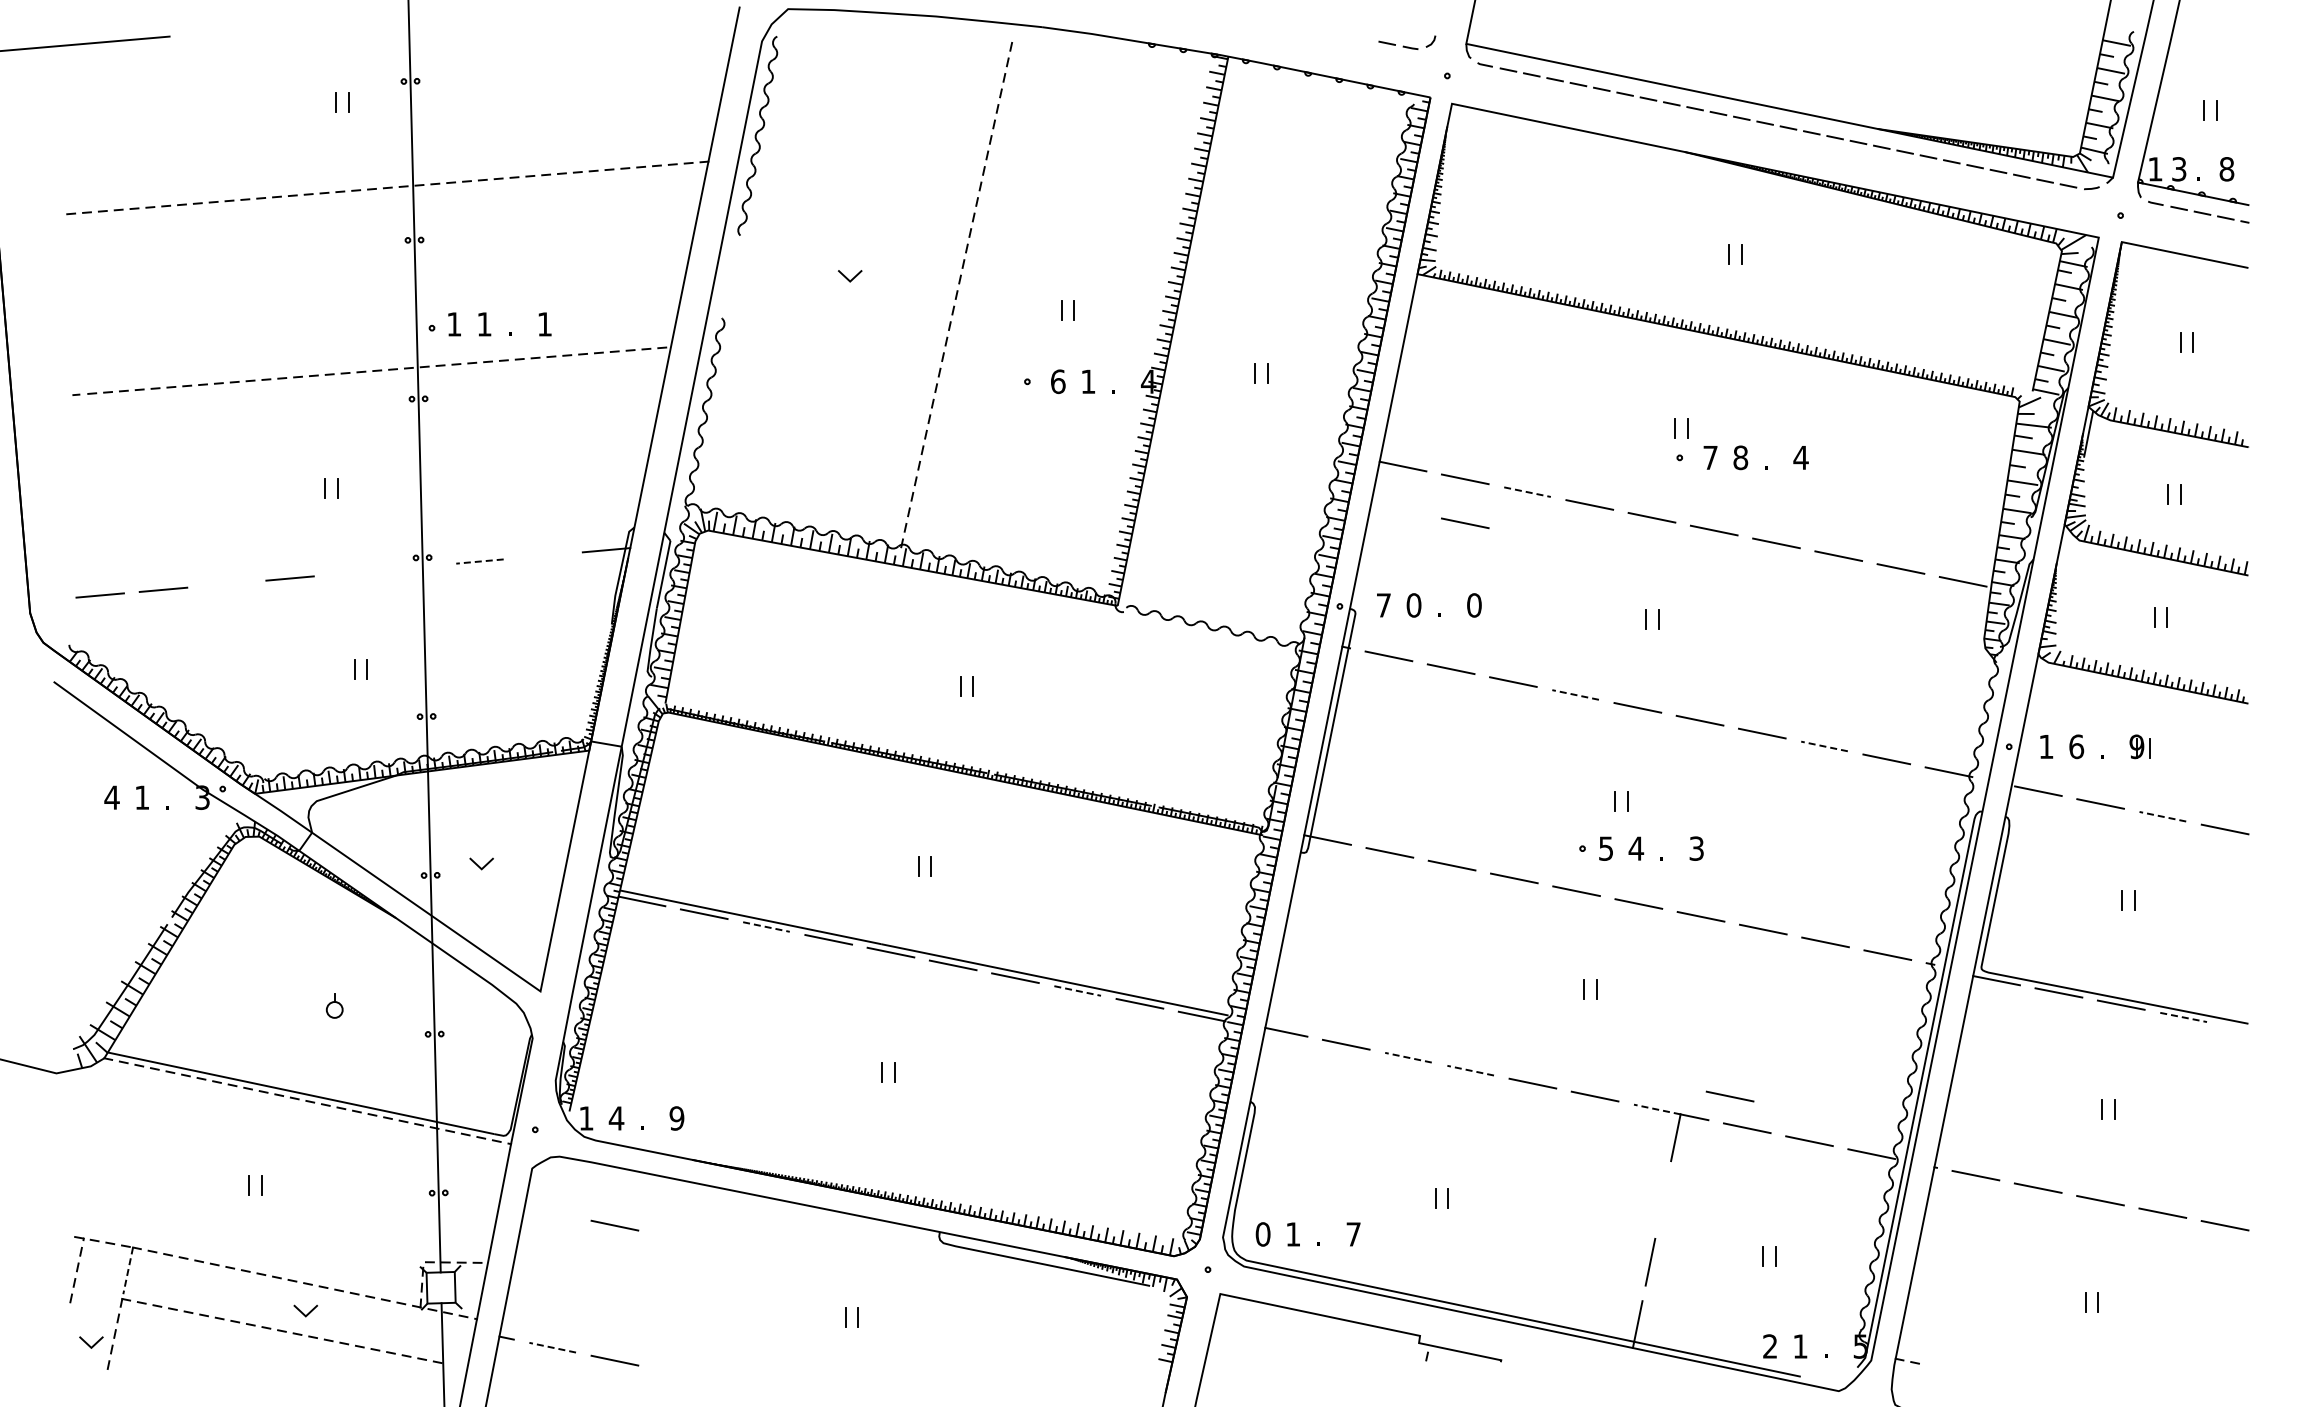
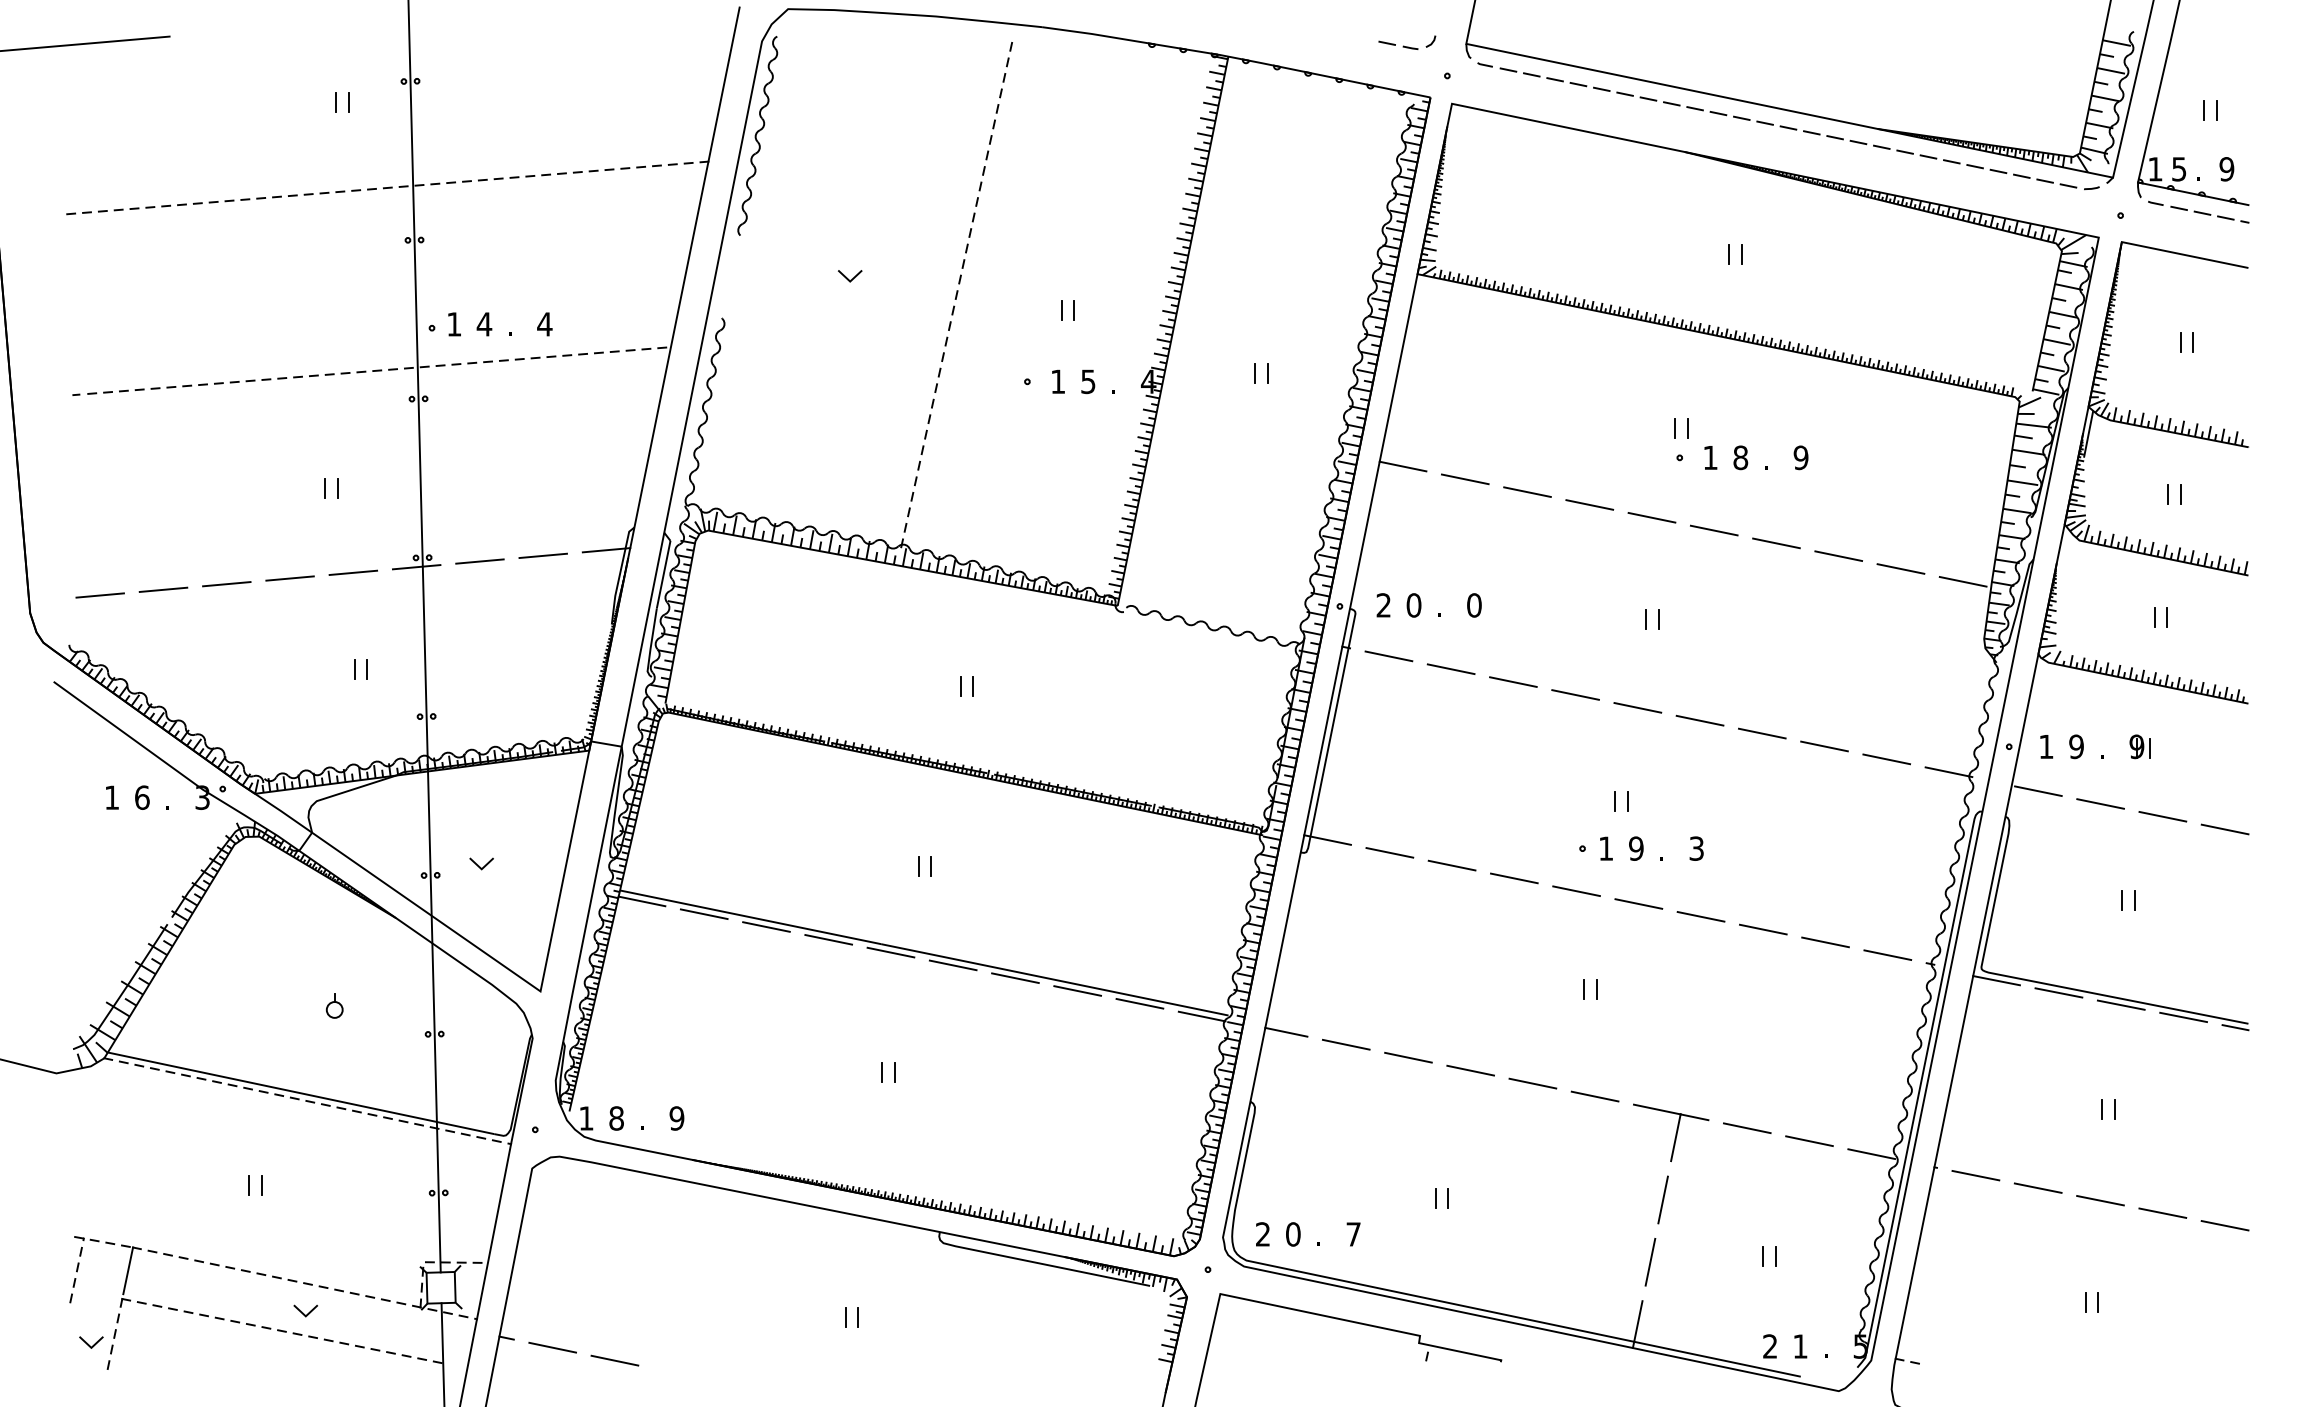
text at (2179, 168): 3 -> 5
text at (2226, 169): 8 -> 9
text at (484, 324): 1 -> 4
text at (544, 324): 1 -> 4
text at (1058, 381): 6 -> 1
text at (1088, 381): 1 -> 5
text at (1710, 457): 7 -> 1
text at (1800, 457): 4 -> 9
line at (1527, 492): dashed -> solid
line at (1465, 522): present -> none
line at (542, 555): none -> present
line at (479, 561): dashed -> solid
line at (416, 567): none -> present
line at (353, 572): none -> present
line at (226, 584): none -> present
text at (1383, 605): 7 -> 2
line at (1575, 694): dashed -> solid
line at (1824, 746): dashed -> solid
text at (2076, 746): 6 -> 9
text at (111, 797): 4 -> 1
text at (142, 797): 1 -> 6
line at (2162, 816): dashed -> solid
text at (1605, 848): 5 -> 1
text at (1636, 848): 4 -> 9
line at (766, 927): dashed -> solid
line at (1077, 990): dashed -> solid
line at (2183, 1017): dashed -> solid
line at (2235, 1027): none -> present
line at (1408, 1057): dashed -> solid
line at (1470, 1070): dashed -> solid
line at (1729, 1096): present -> none
line at (1657, 1109): dashed -> solid
text at (616, 1118): 4 -> 8
line at (1662, 1199): none -> present
line at (614, 1225): present -> none
text at (1262, 1234): 0 -> 2
text at (1293, 1234): 1 -> 0
line at (128, 1270): dashed -> solid
line at (552, 1347): dashed -> solid
